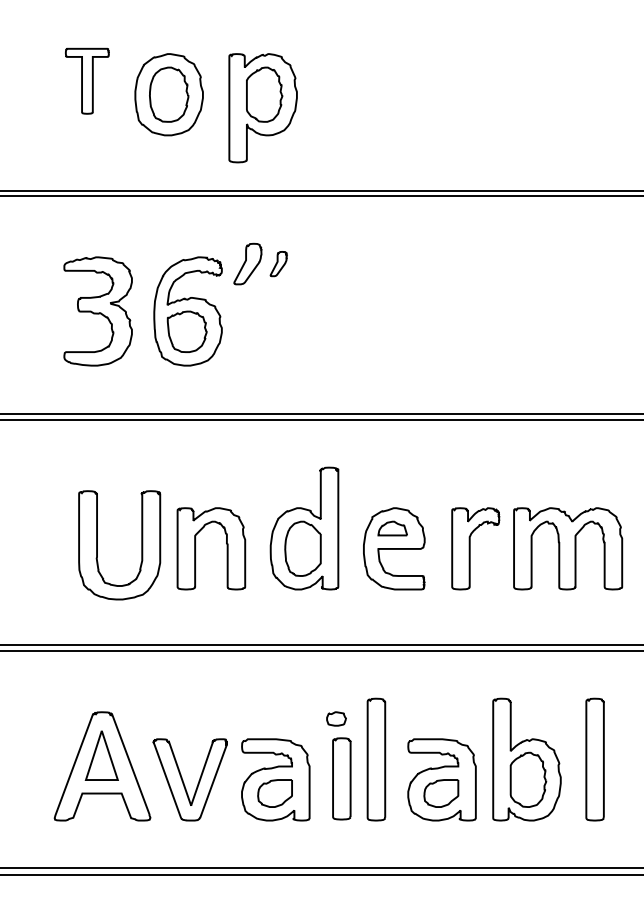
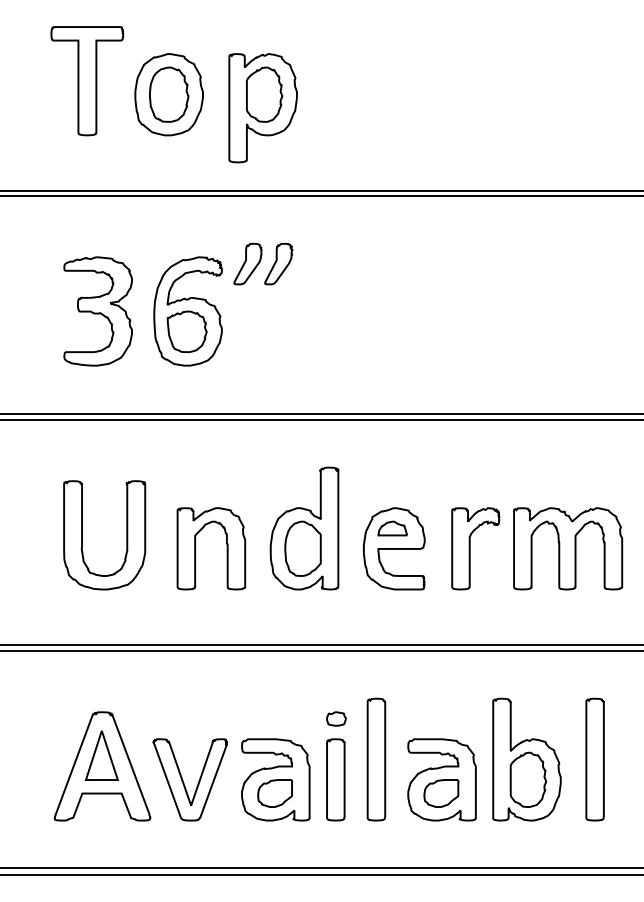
part at (87, 80) size: 45x68 px -> 75x111 px
part at (278, 264) size: 19x27 px -> 30x44 px
part at (97, 545) position: (97, 545) -> (82, 535)
part at (341, 778) position: (341, 778) -> (335, 779)
